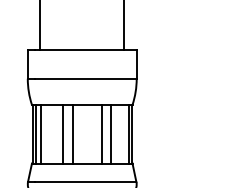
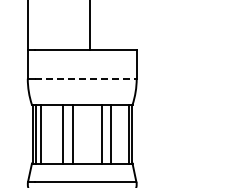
line at (40, 26) position: (40, 26) -> (28, 26)
line at (124, 26) position: (124, 26) -> (90, 26)
line at (86, 78): solid -> dashed
